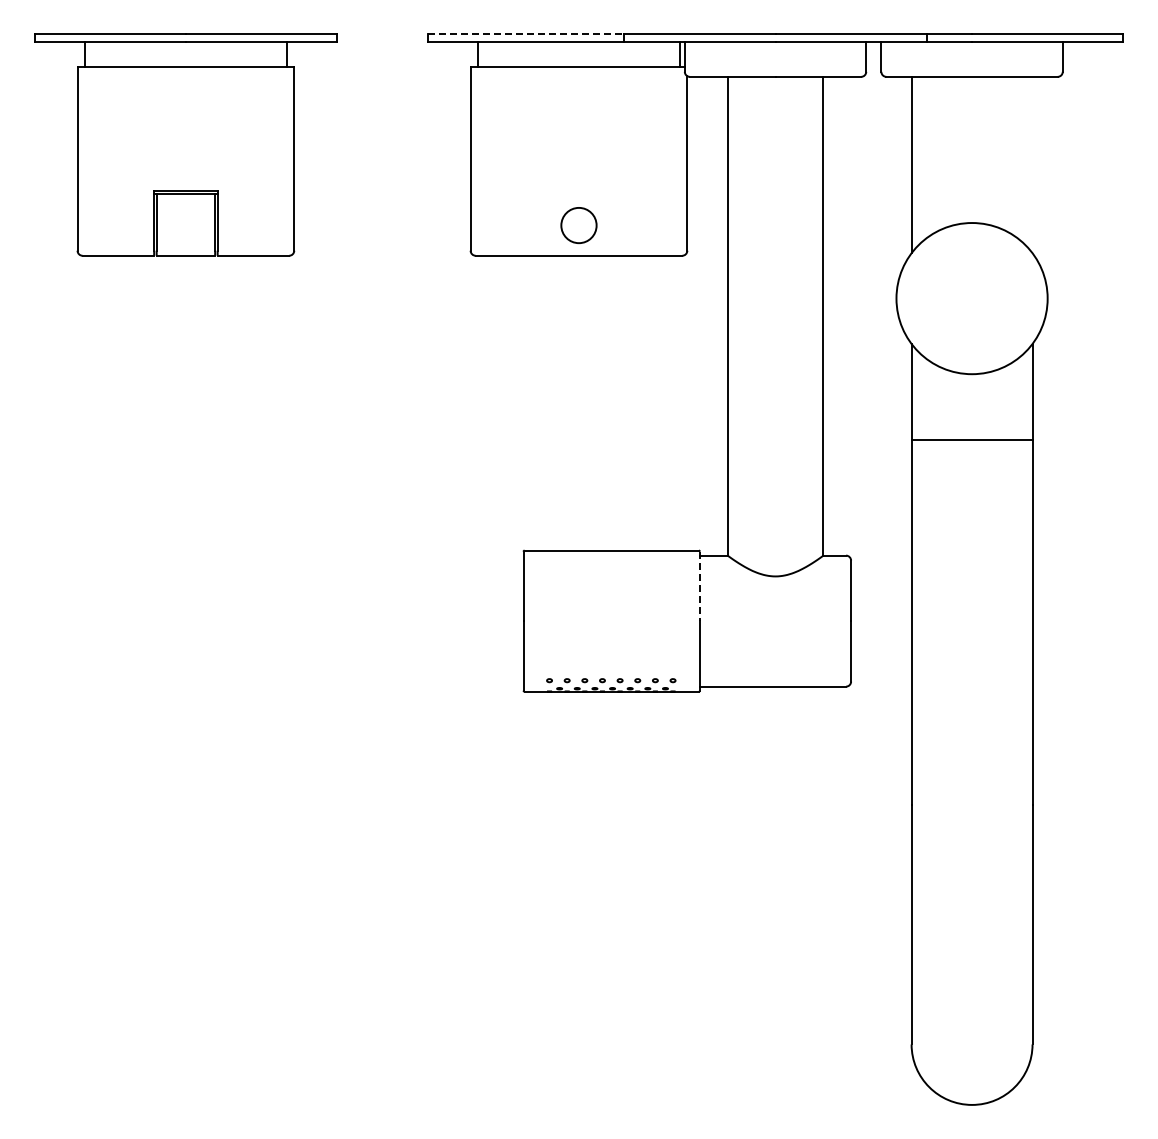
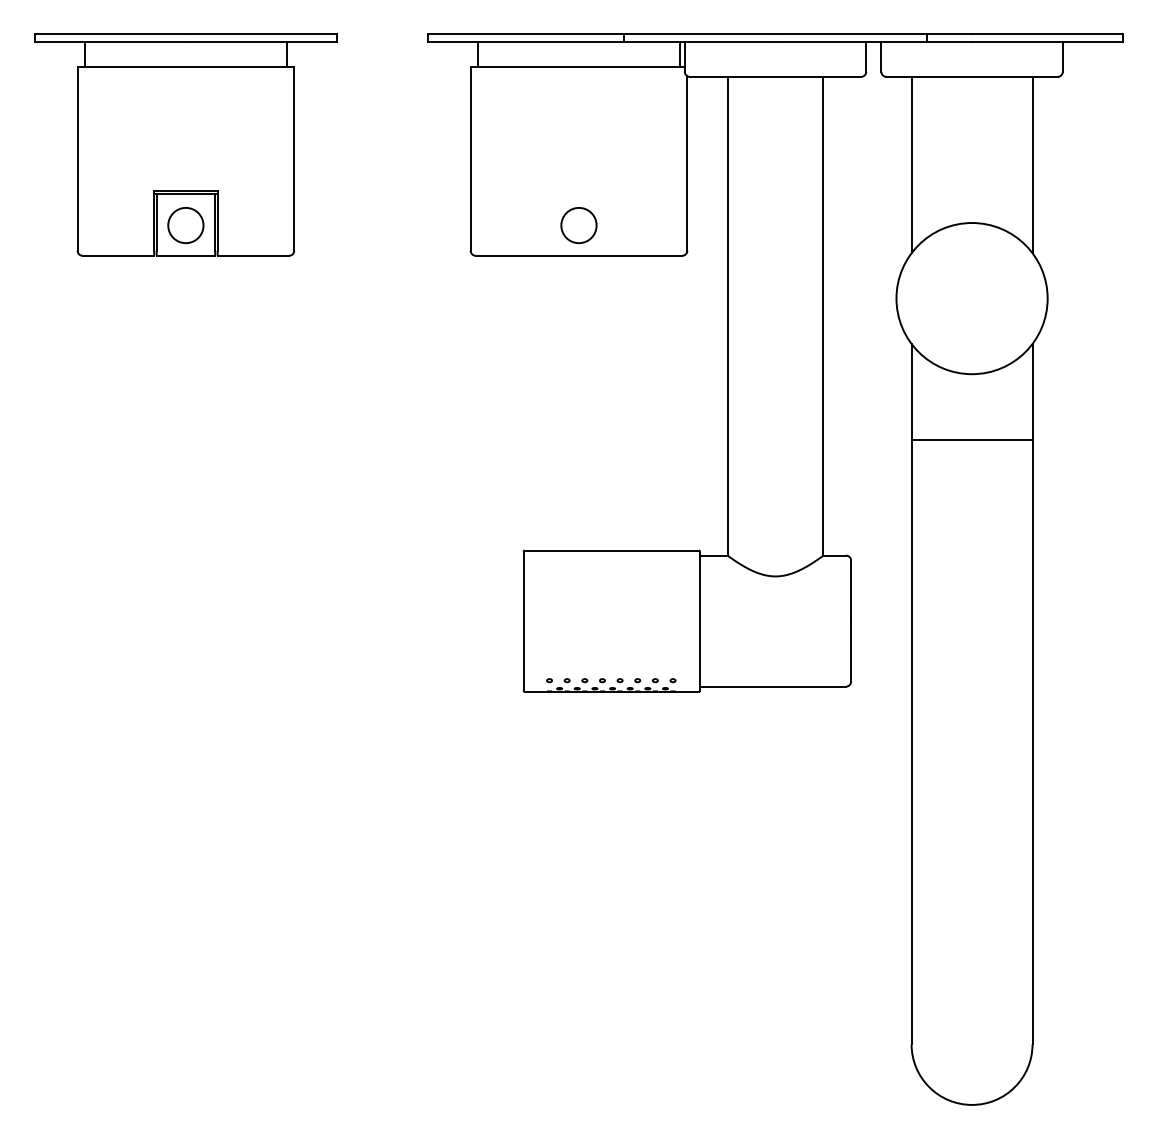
line at (526, 34): dashed -> solid
line at (1032, 164): none -> present
circle at (185, 225): none -> present
line at (699, 586): dashed -> solid
